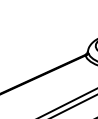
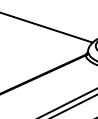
line at (47, 27): none -> present
